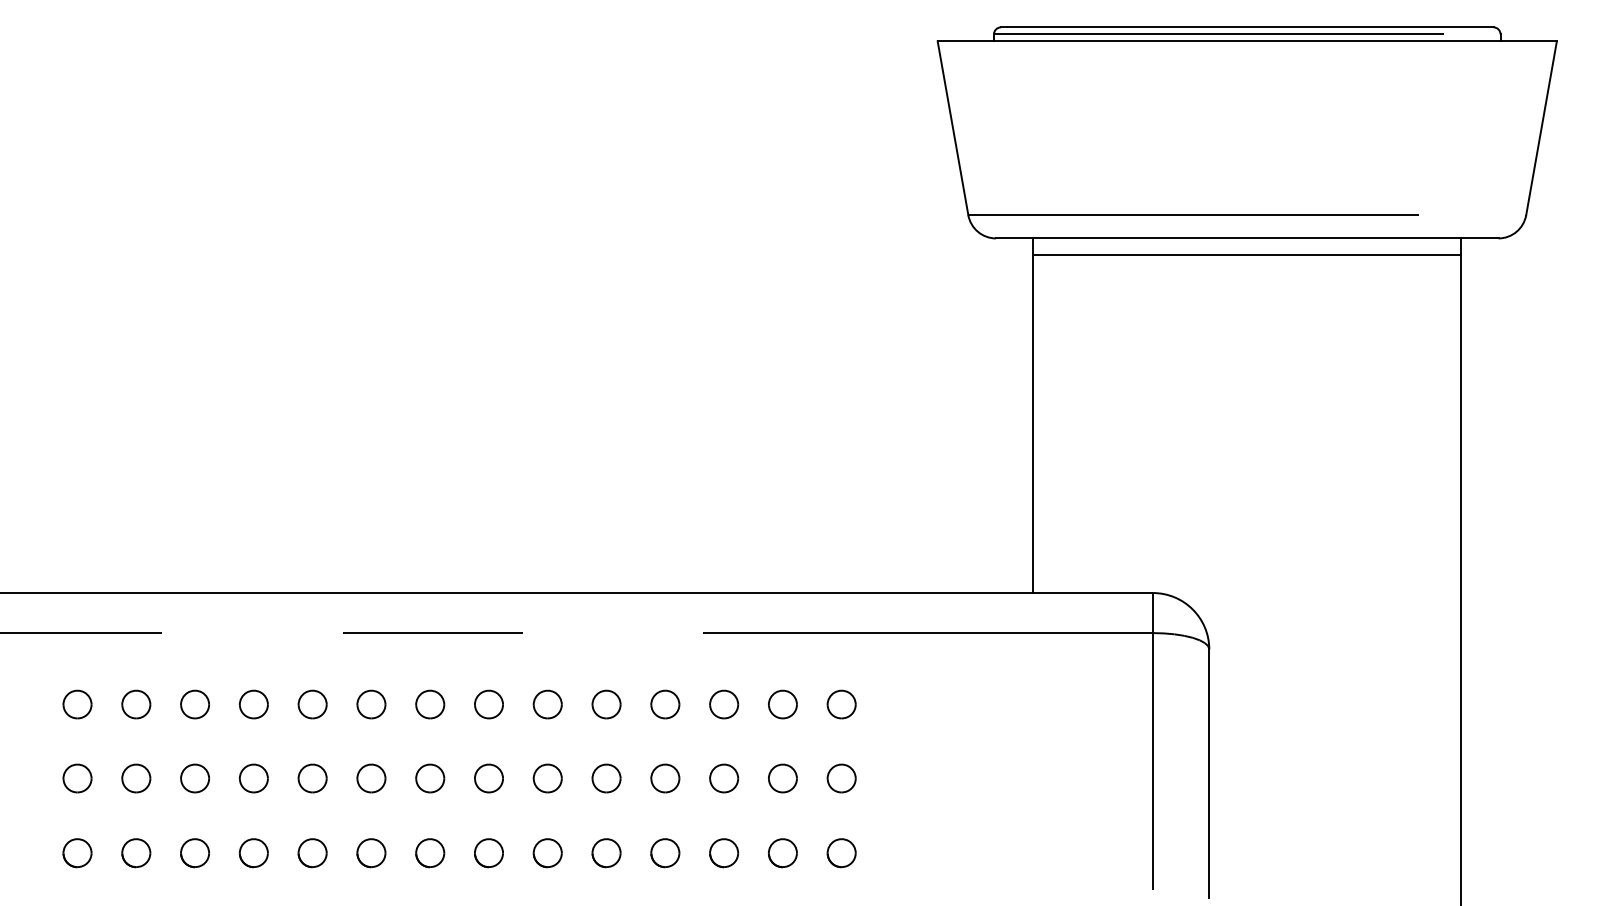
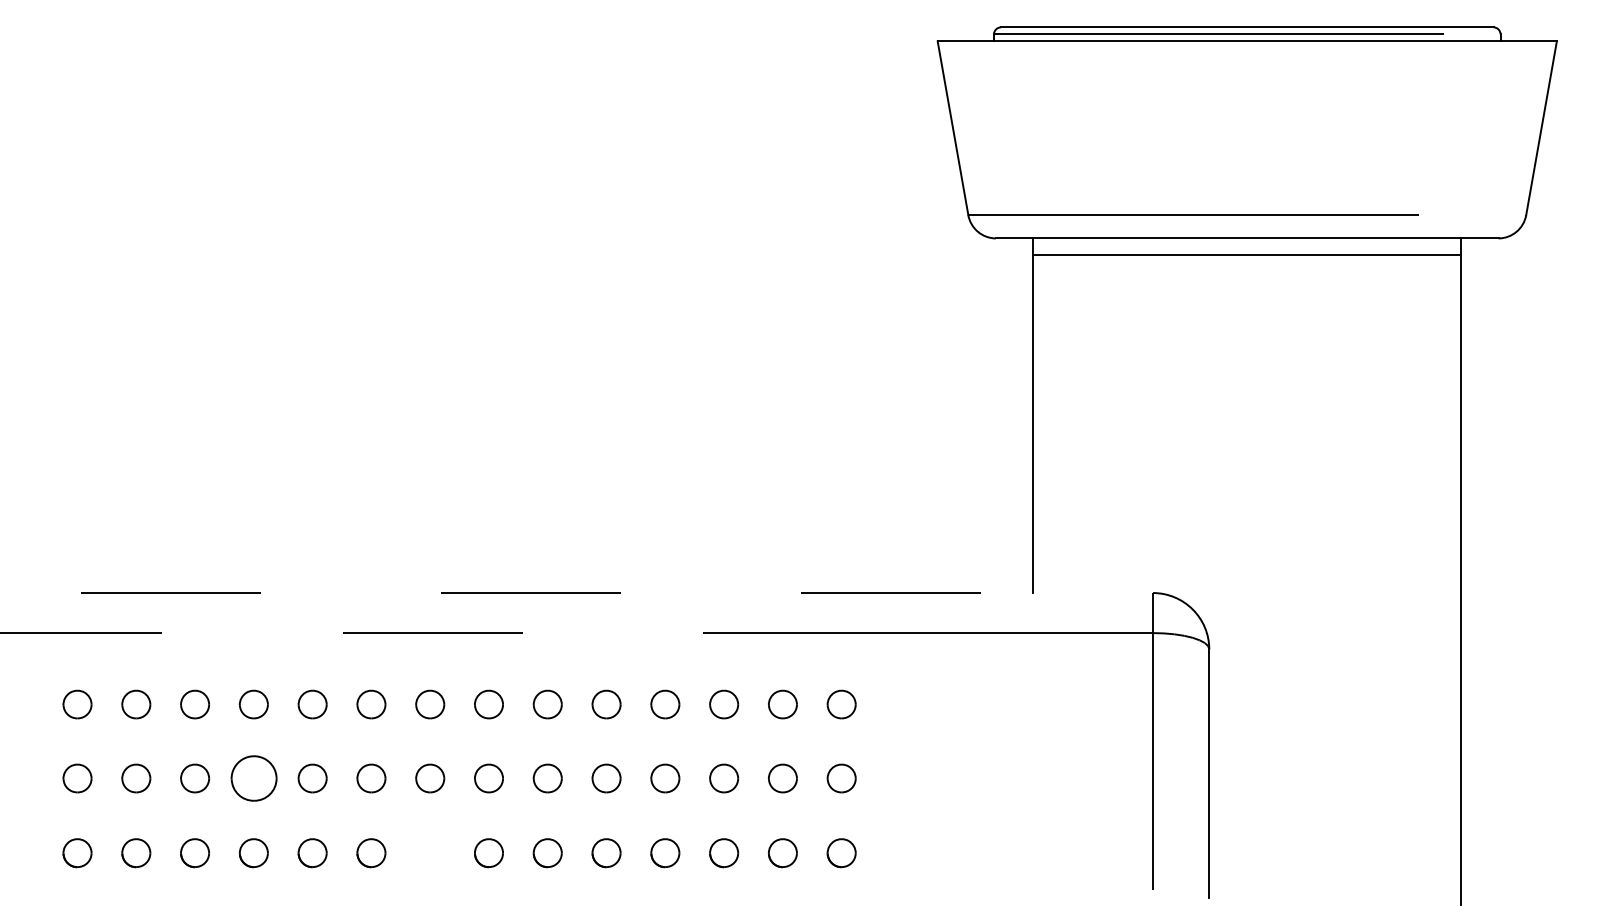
line at (577, 593): solid -> dashed
part at (253, 778) size: 31x31 px -> 48x47 px
part at (430, 853): present -> none
